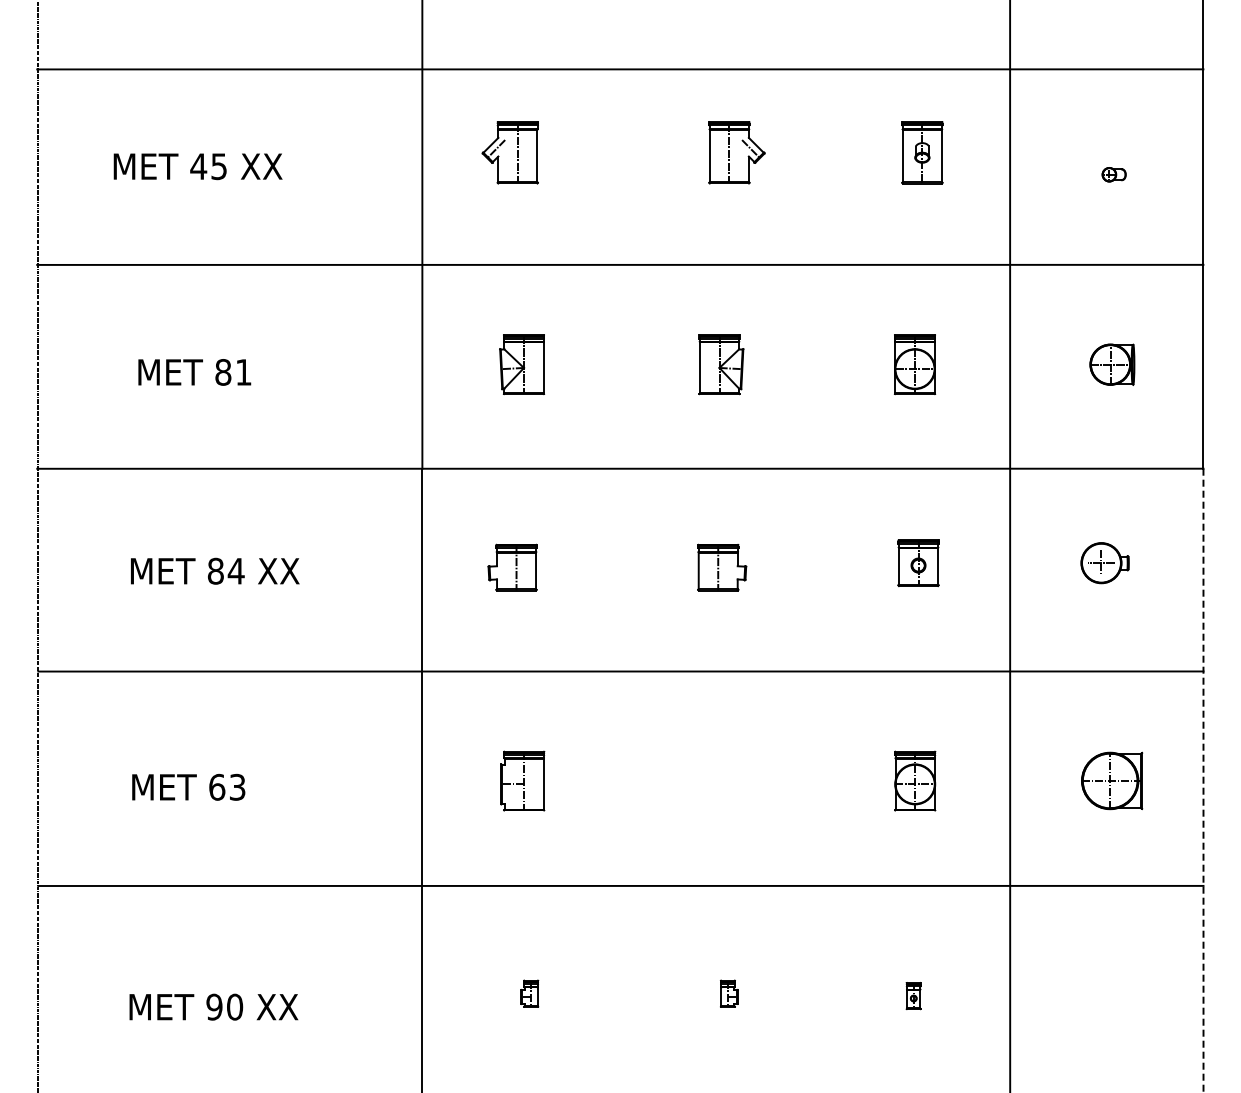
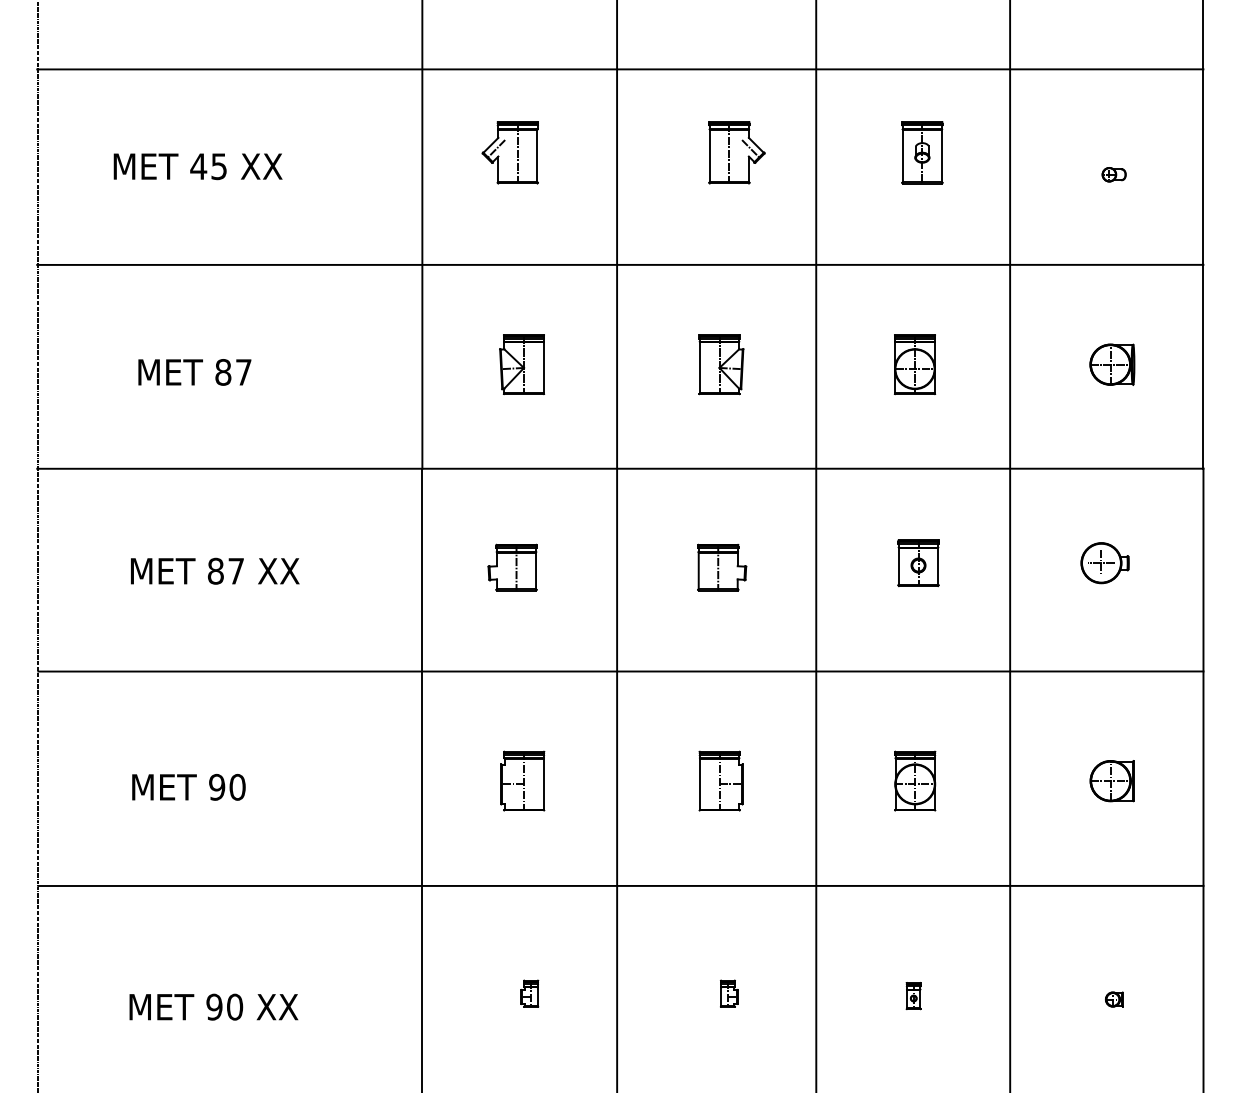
text at (243, 372): 81 -> 87
line at (617, 545): none -> present
line at (816, 545): none -> present
text at (235, 571): 84 -> 87
part at (720, 780): none -> present
part at (1112, 780) size: 63x60 px -> 46x43 px
line at (1203, 780): dashed -> solid
text at (227, 786): 63 -> 90
part at (1114, 999): none -> present
